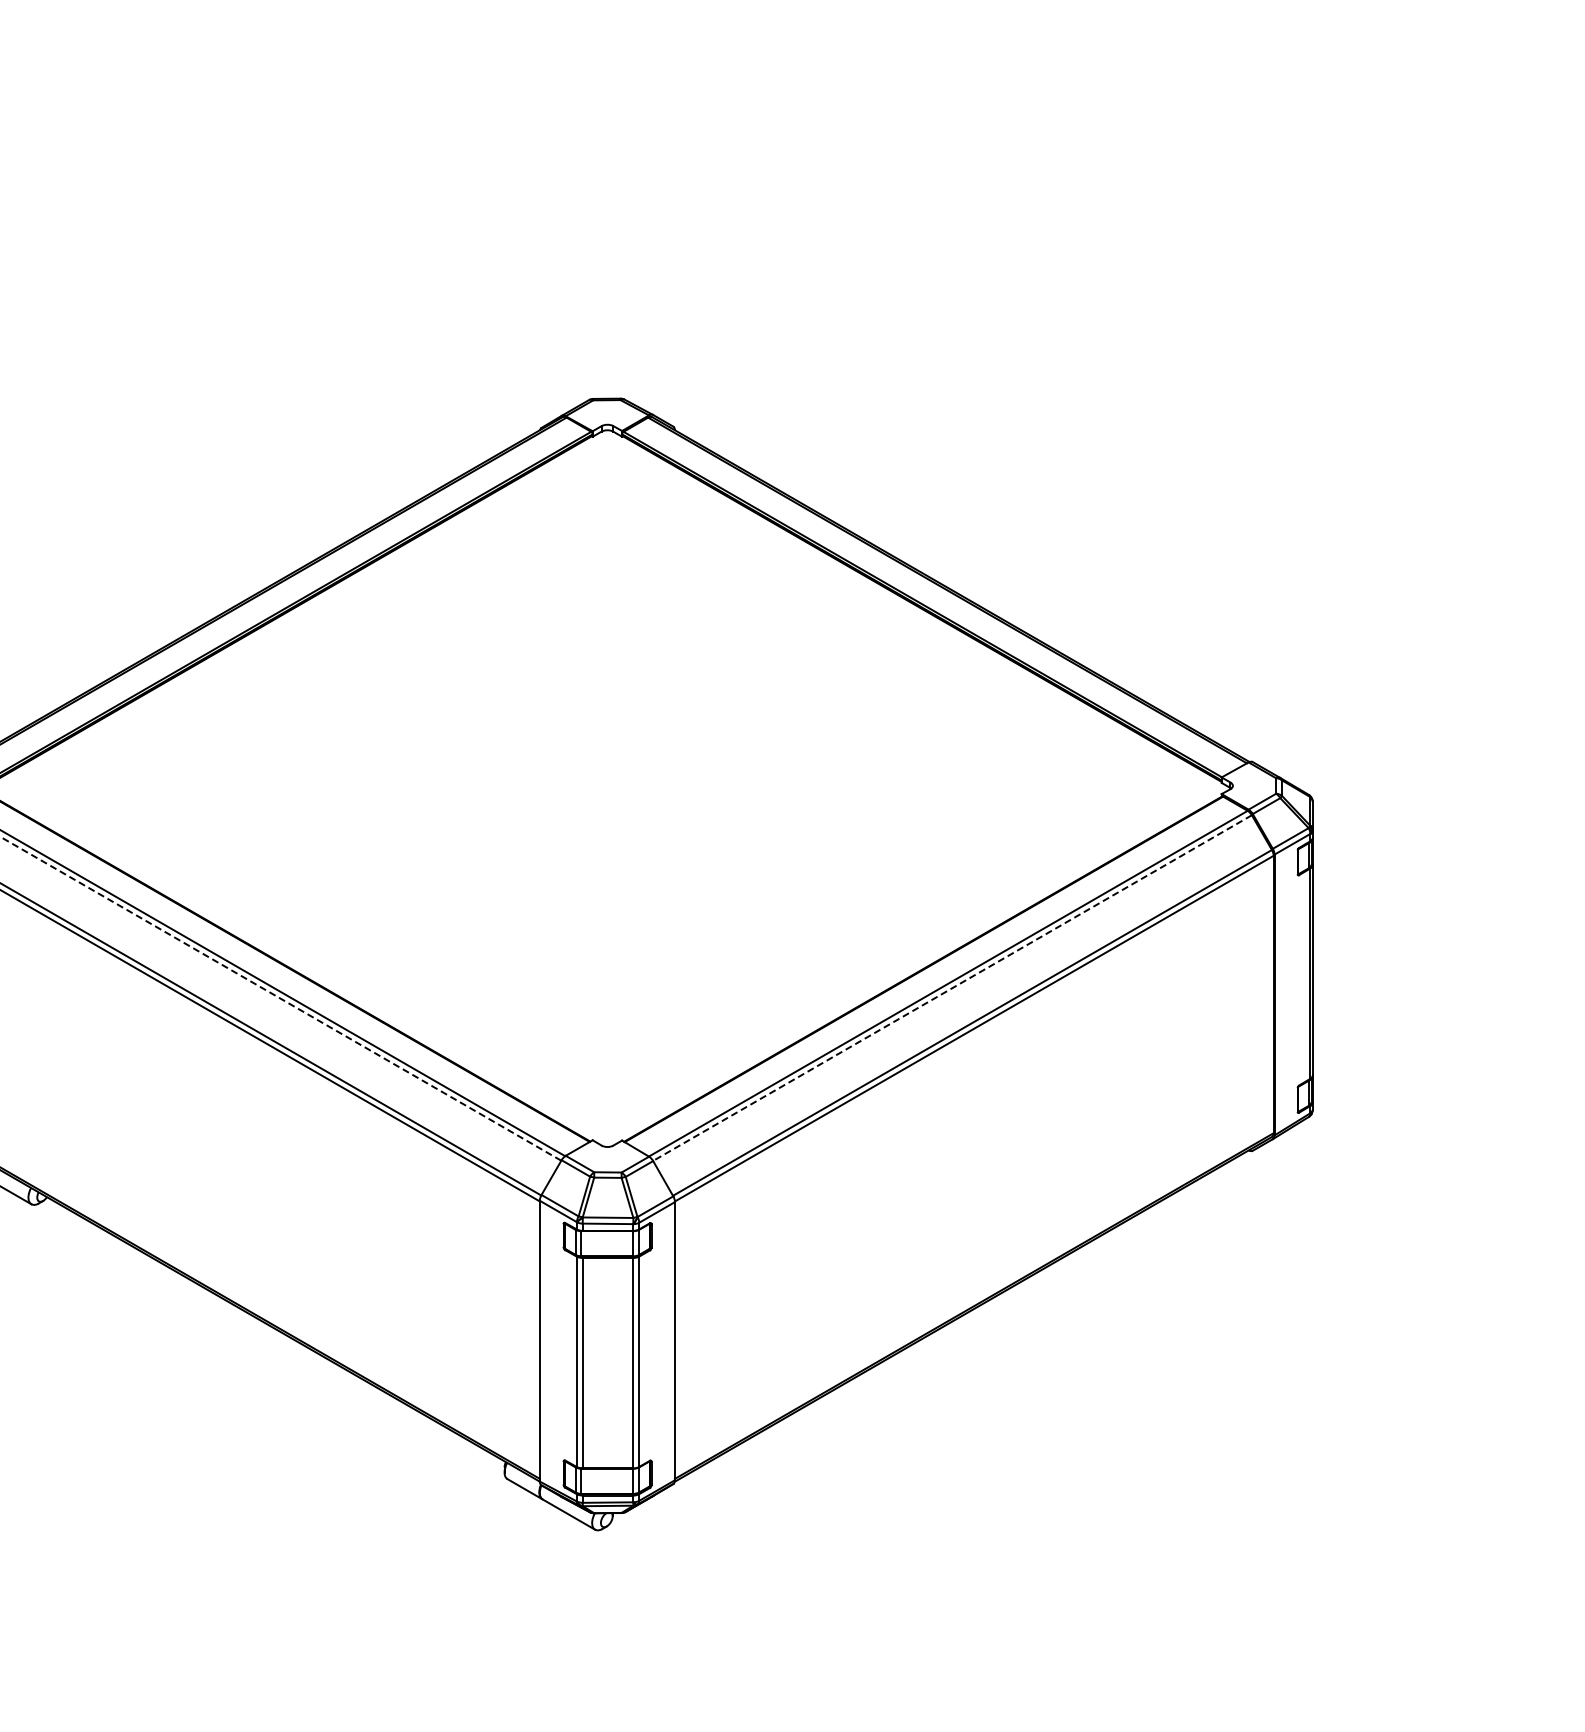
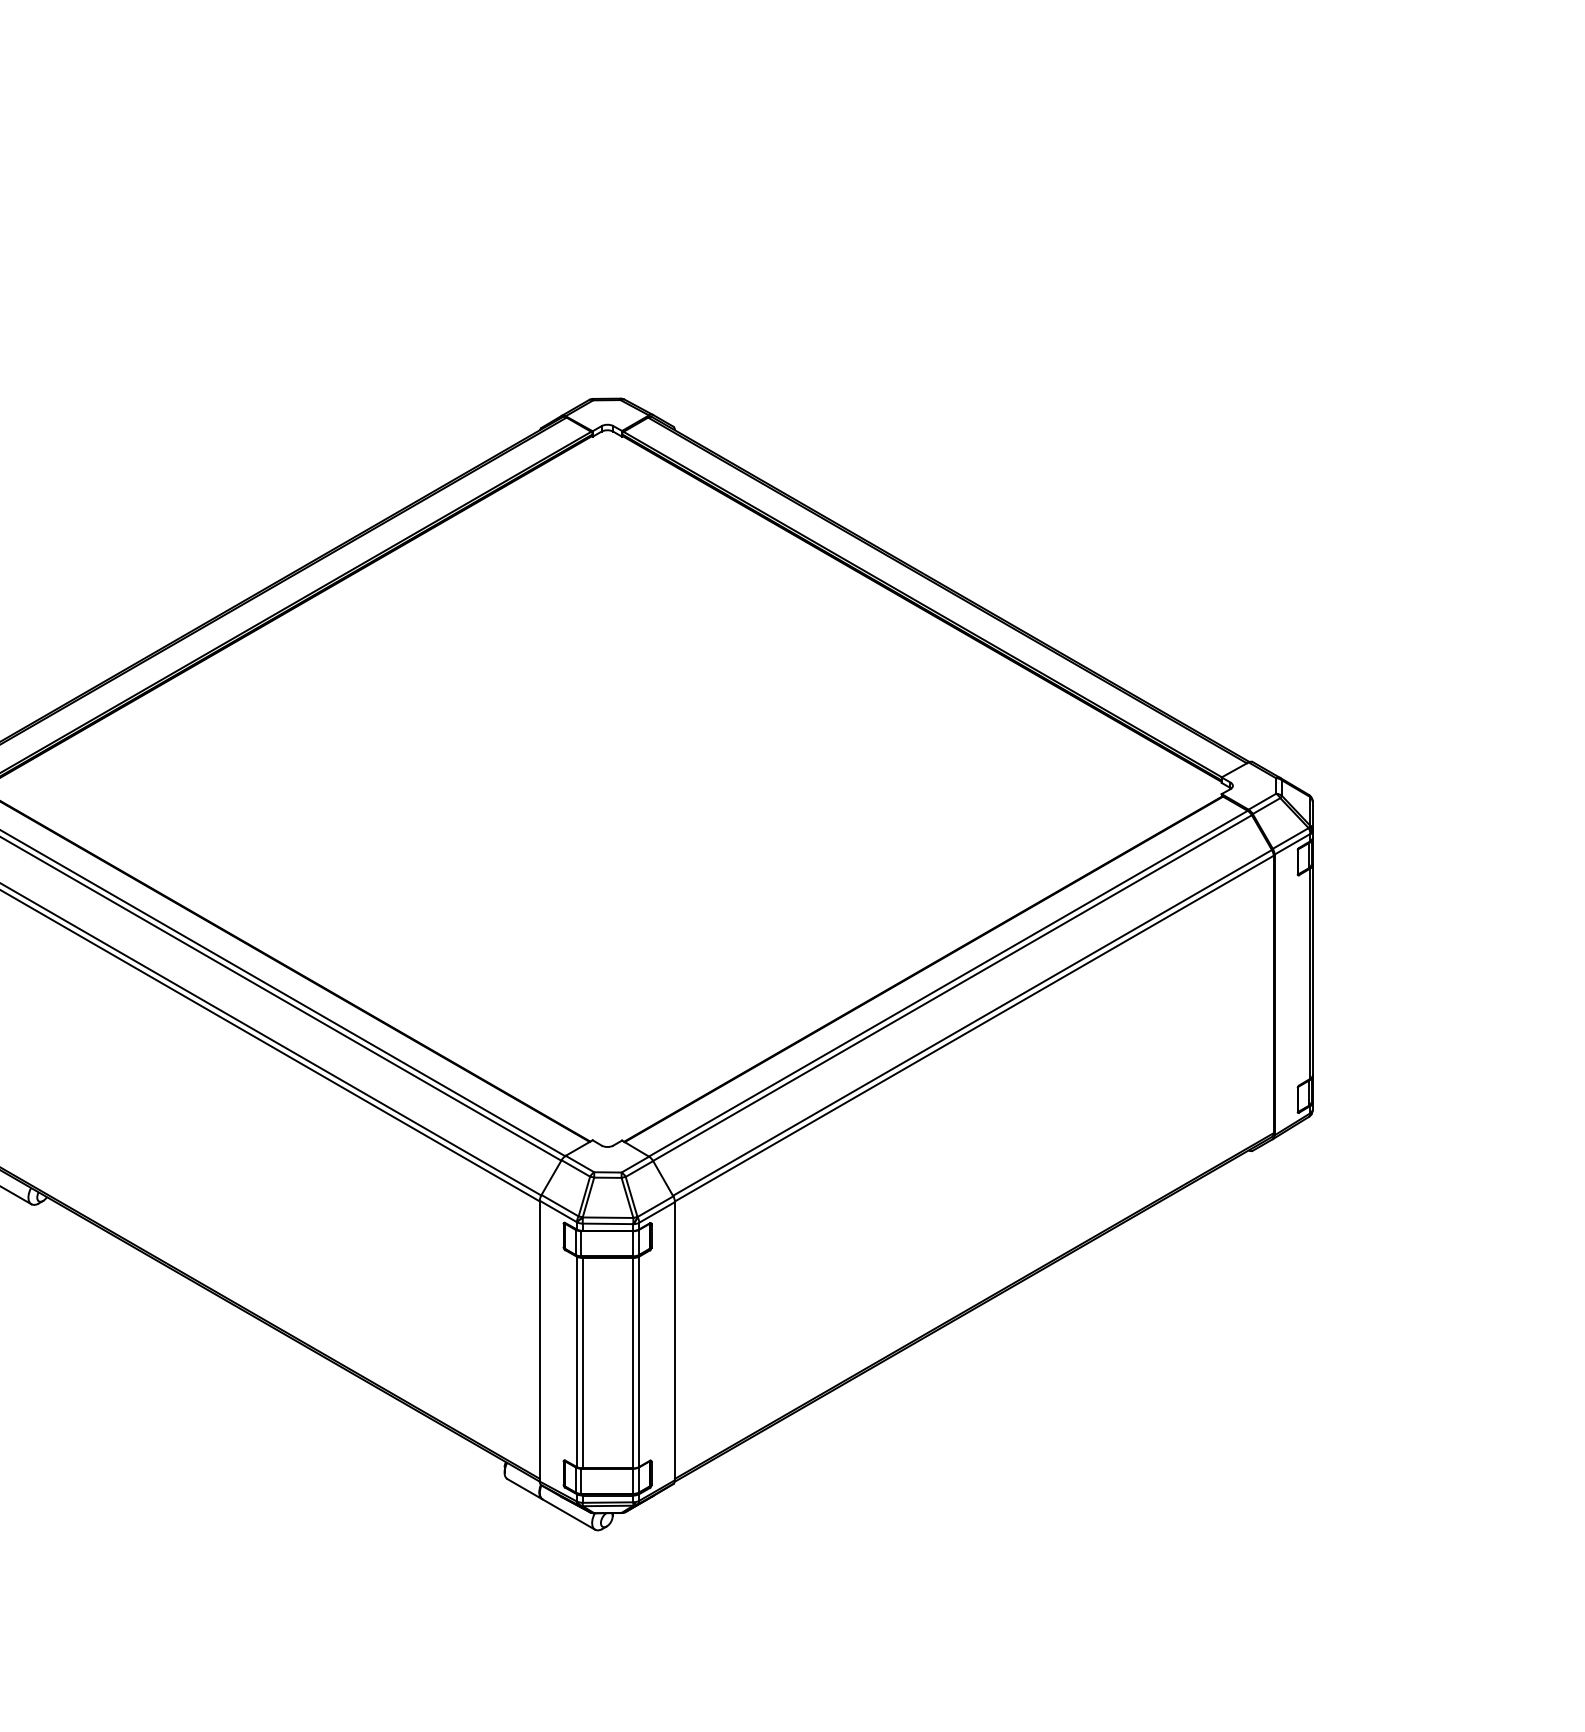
line at (952, 988): dashed -> solid
line at (280, 998): dashed -> solid
